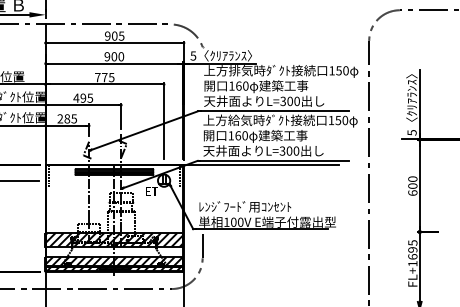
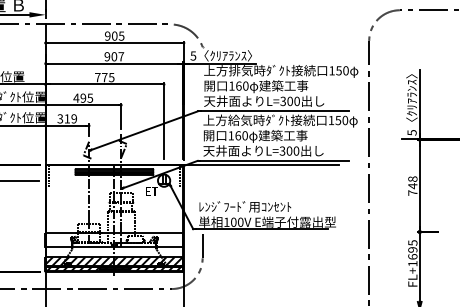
text at (121, 56): 900 -> 907
text at (66, 118): 285 -> 319
text at (412, 185): 600 -> 748
hatch at (113, 239): present -> none
